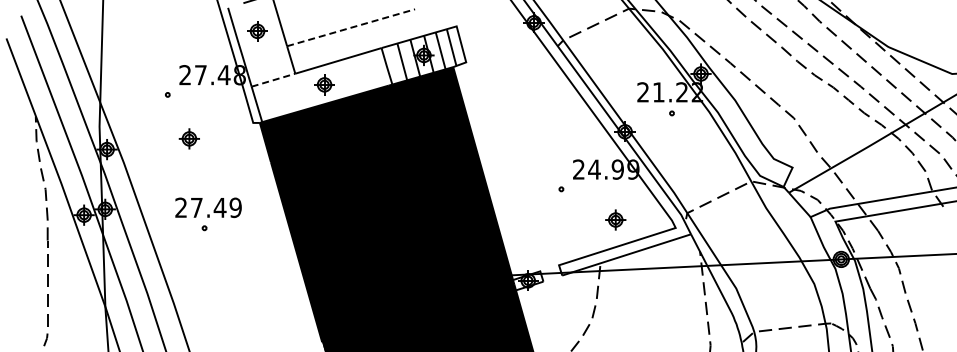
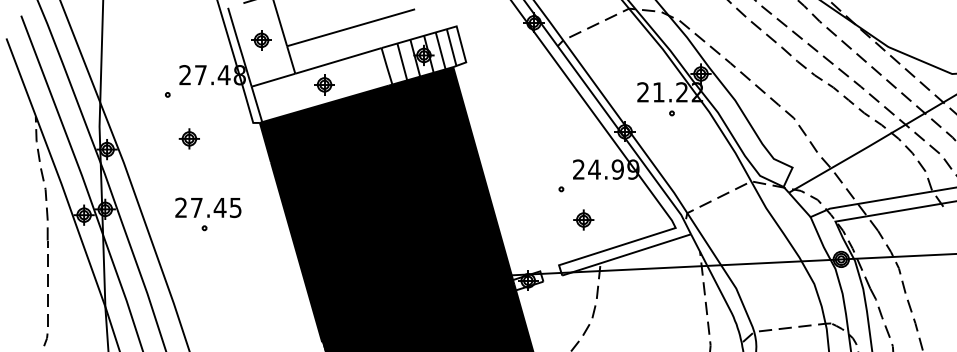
line at (351, 27): dashed -> solid
part at (257, 31) position: (257, 31) -> (261, 40)
line at (273, 80): dashed -> solid
text at (235, 207): 27.49 -> 27.45
part at (615, 219) position: (615, 219) -> (583, 219)
